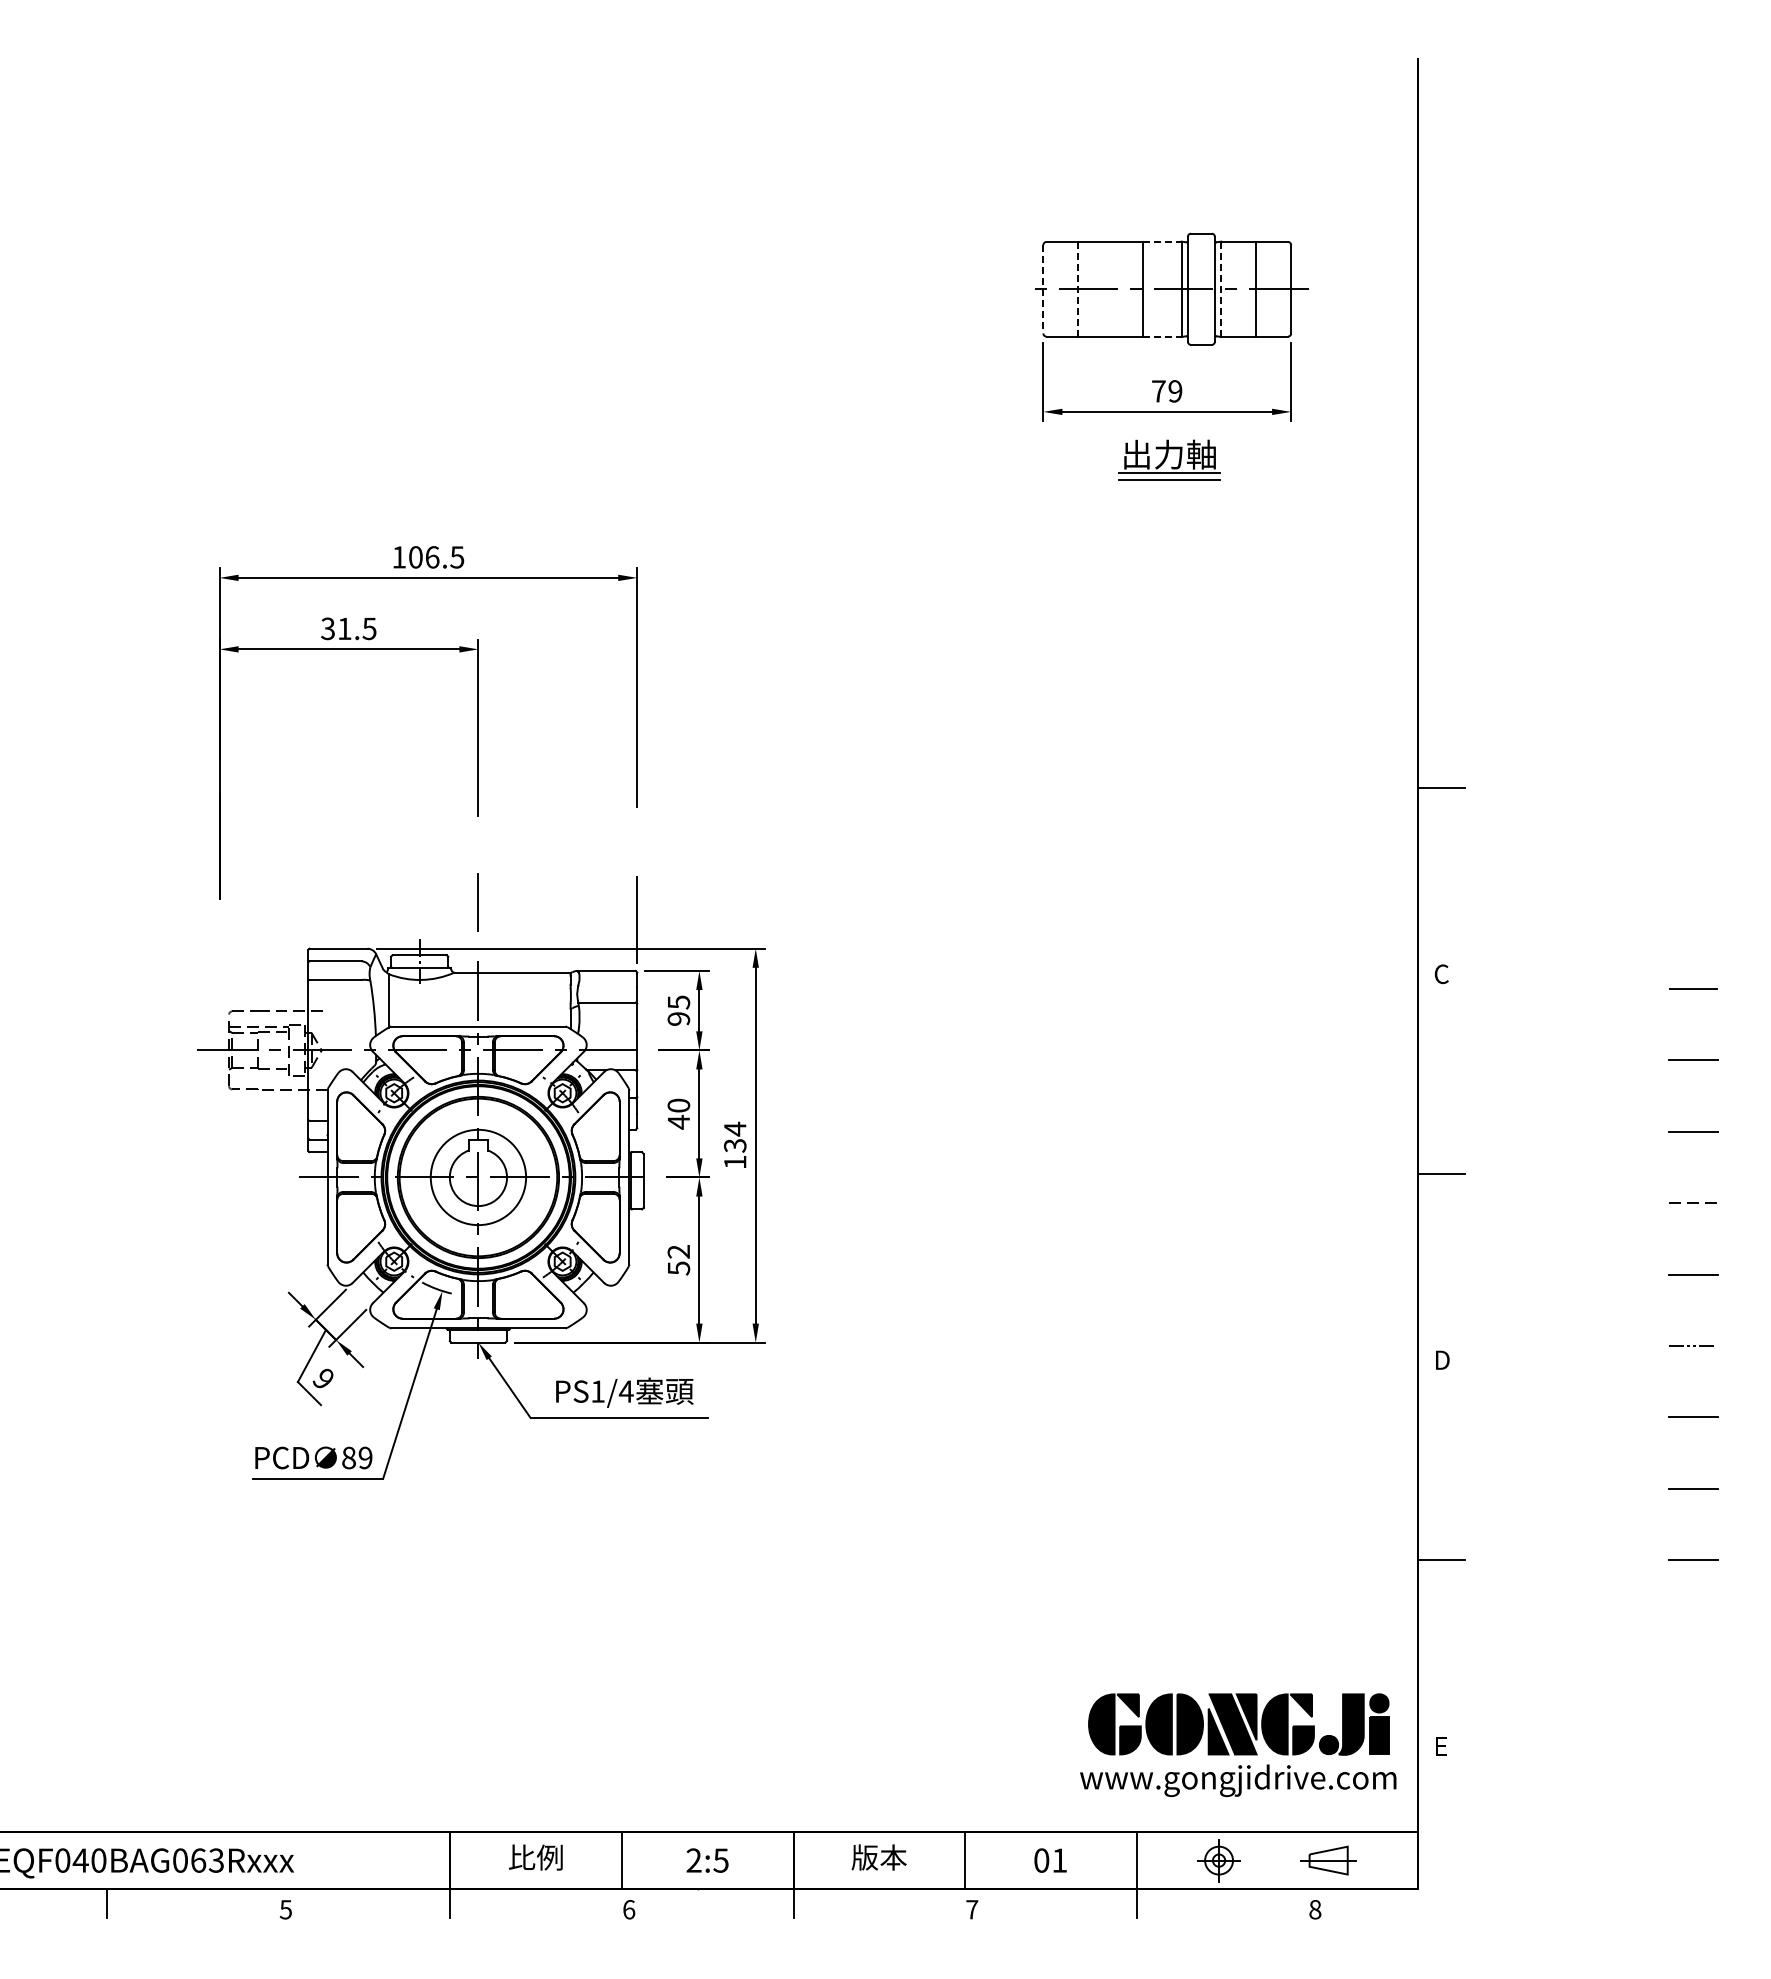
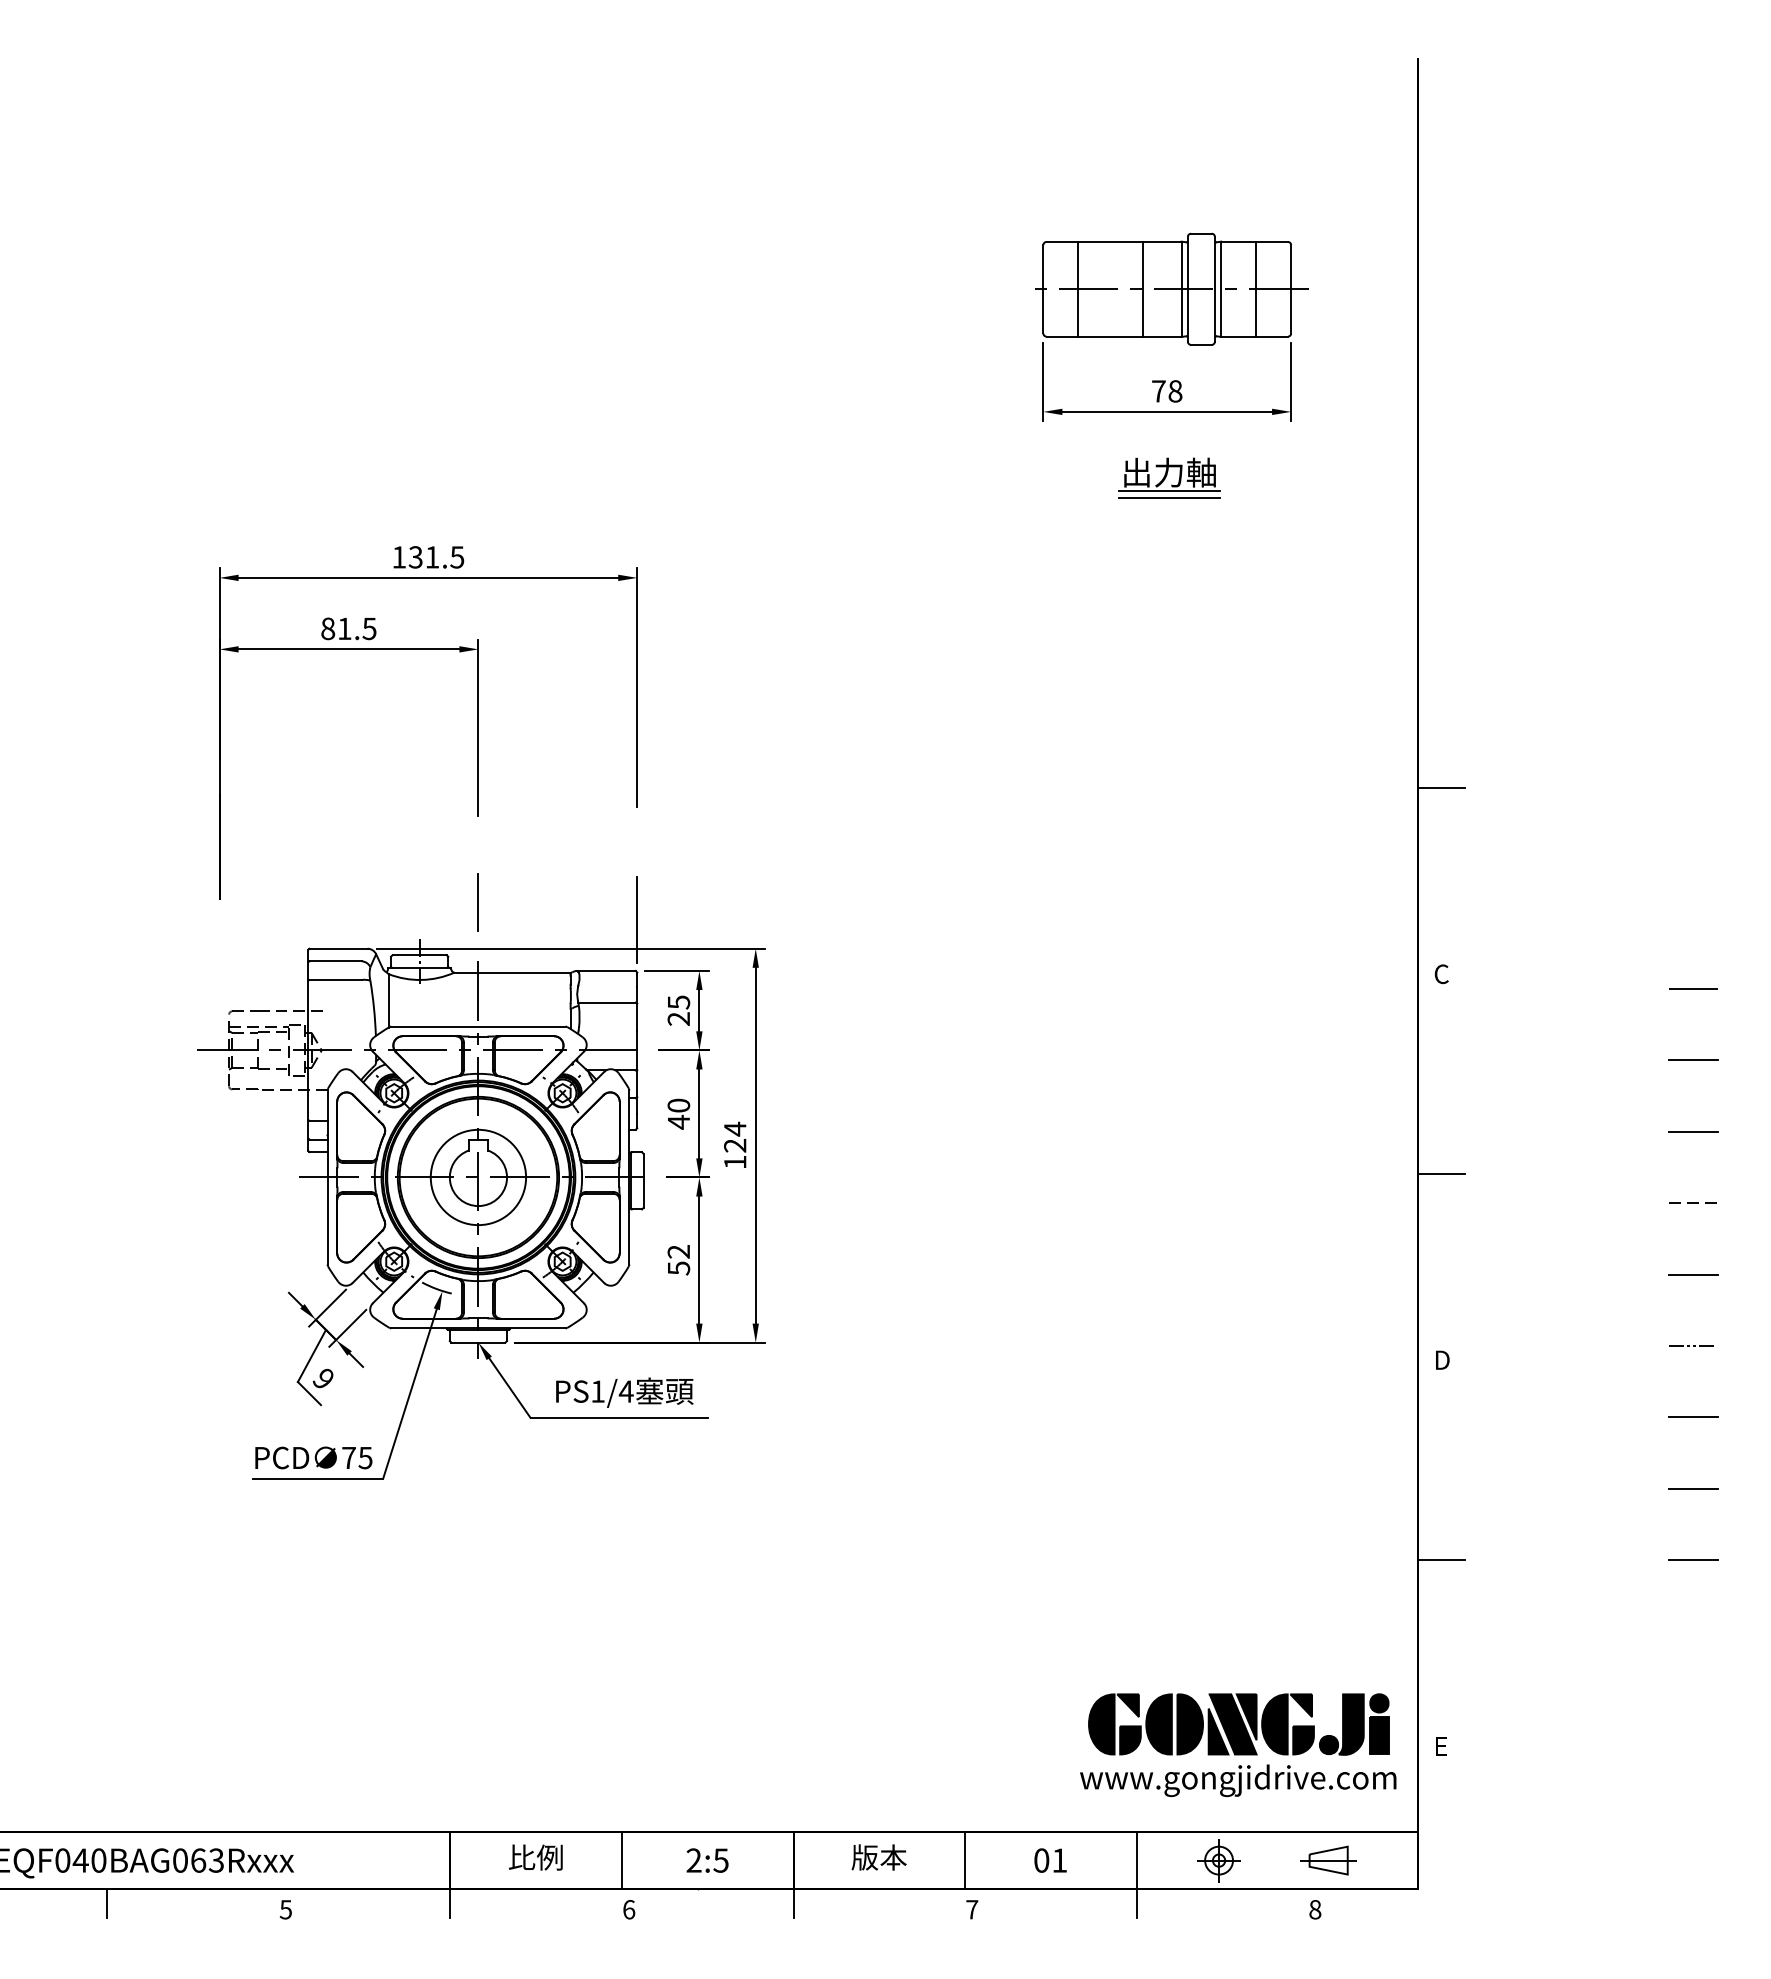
line at (1162, 241): dashed -> solid
line at (1043, 289): dashed -> solid
line at (1078, 289): dashed -> solid
line at (1221, 289): dashed -> solid
line at (1162, 336): dashed -> solid
text at (1175, 391): 79 -> 78
part at (1169, 459) position: (1169, 459) -> (1169, 477)
text at (423, 557): 106.5 -> 131.5
text at (328, 628): 31.5 -> 81.5
text at (679, 1018): 95 -> 25
text at (735, 1145): 134 -> 124
text at (357, 1457): 89 -> 75
